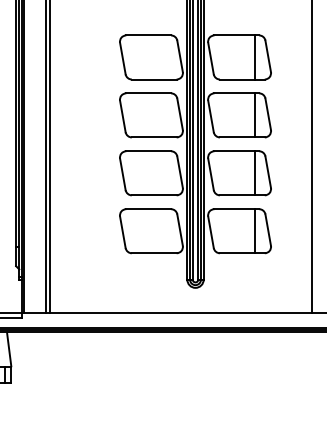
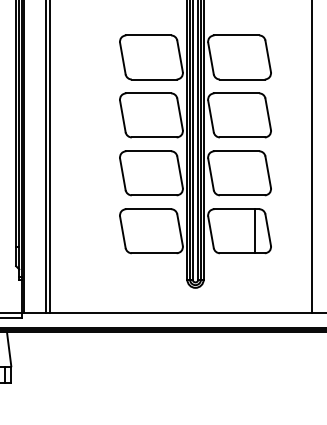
line at (255, 57): present -> none
line at (255, 115): present -> none
line at (255, 173): present -> none
